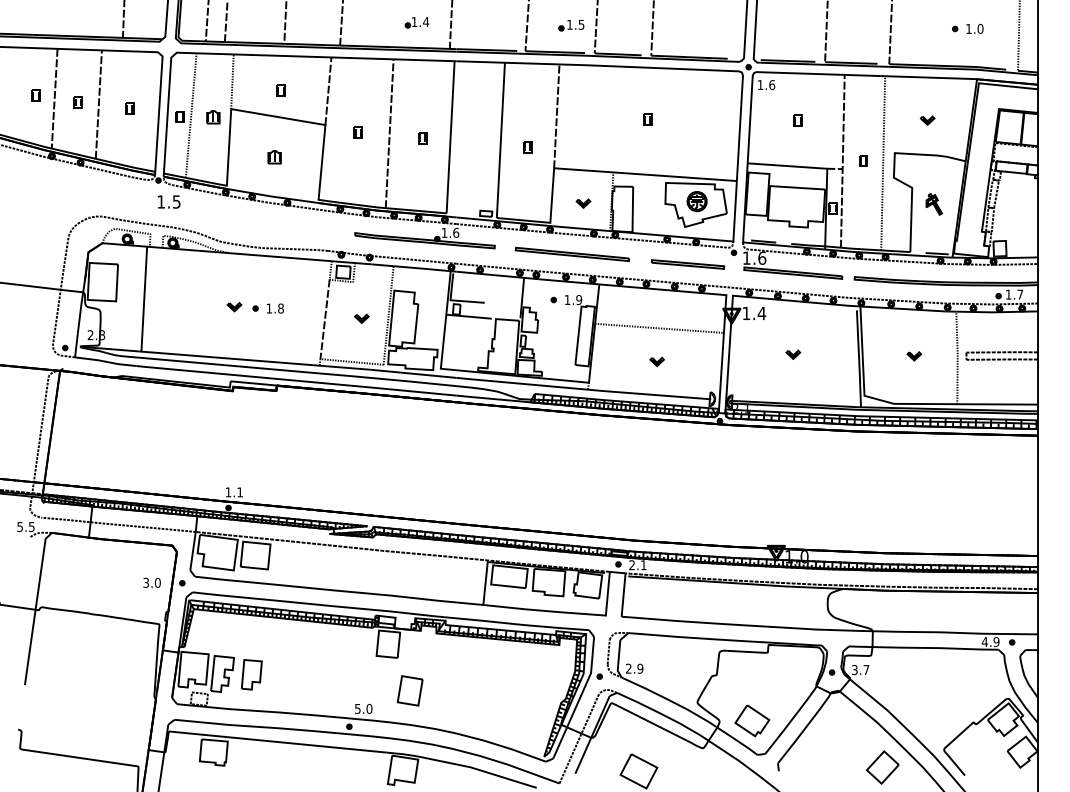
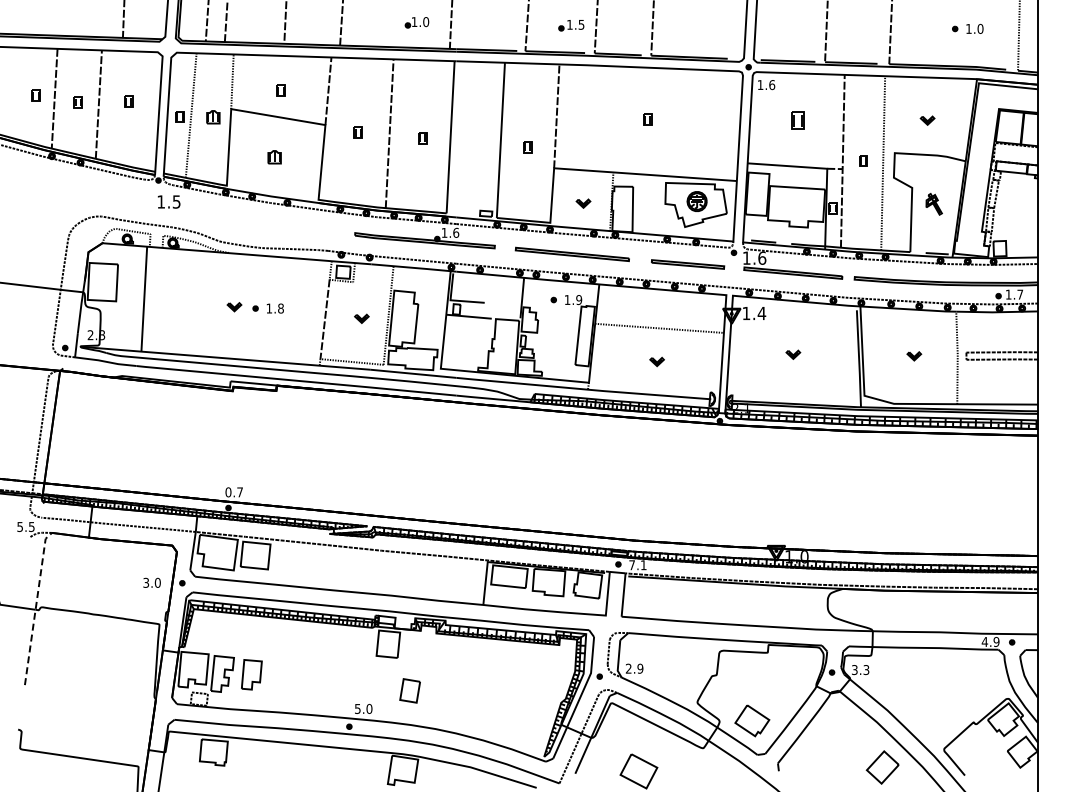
text at (426, 22): 1.4 -> 1.0
part at (129, 108) position: (129, 108) -> (128, 101)
part at (797, 120) size: 10x13 px -> 14x19 px
text at (233, 492): 1.1 -> 0.7
text at (631, 565): 2.1 -> 7.1
line at (36, 606): solid -> dashed
text at (866, 670): 3.7 -> 3.3
part at (409, 690) size: 28x32 px -> 22x26 px
